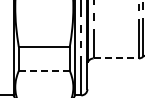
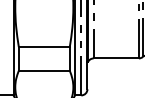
line at (116, 58): dashed -> solid
line at (43, 70): dashed -> solid
